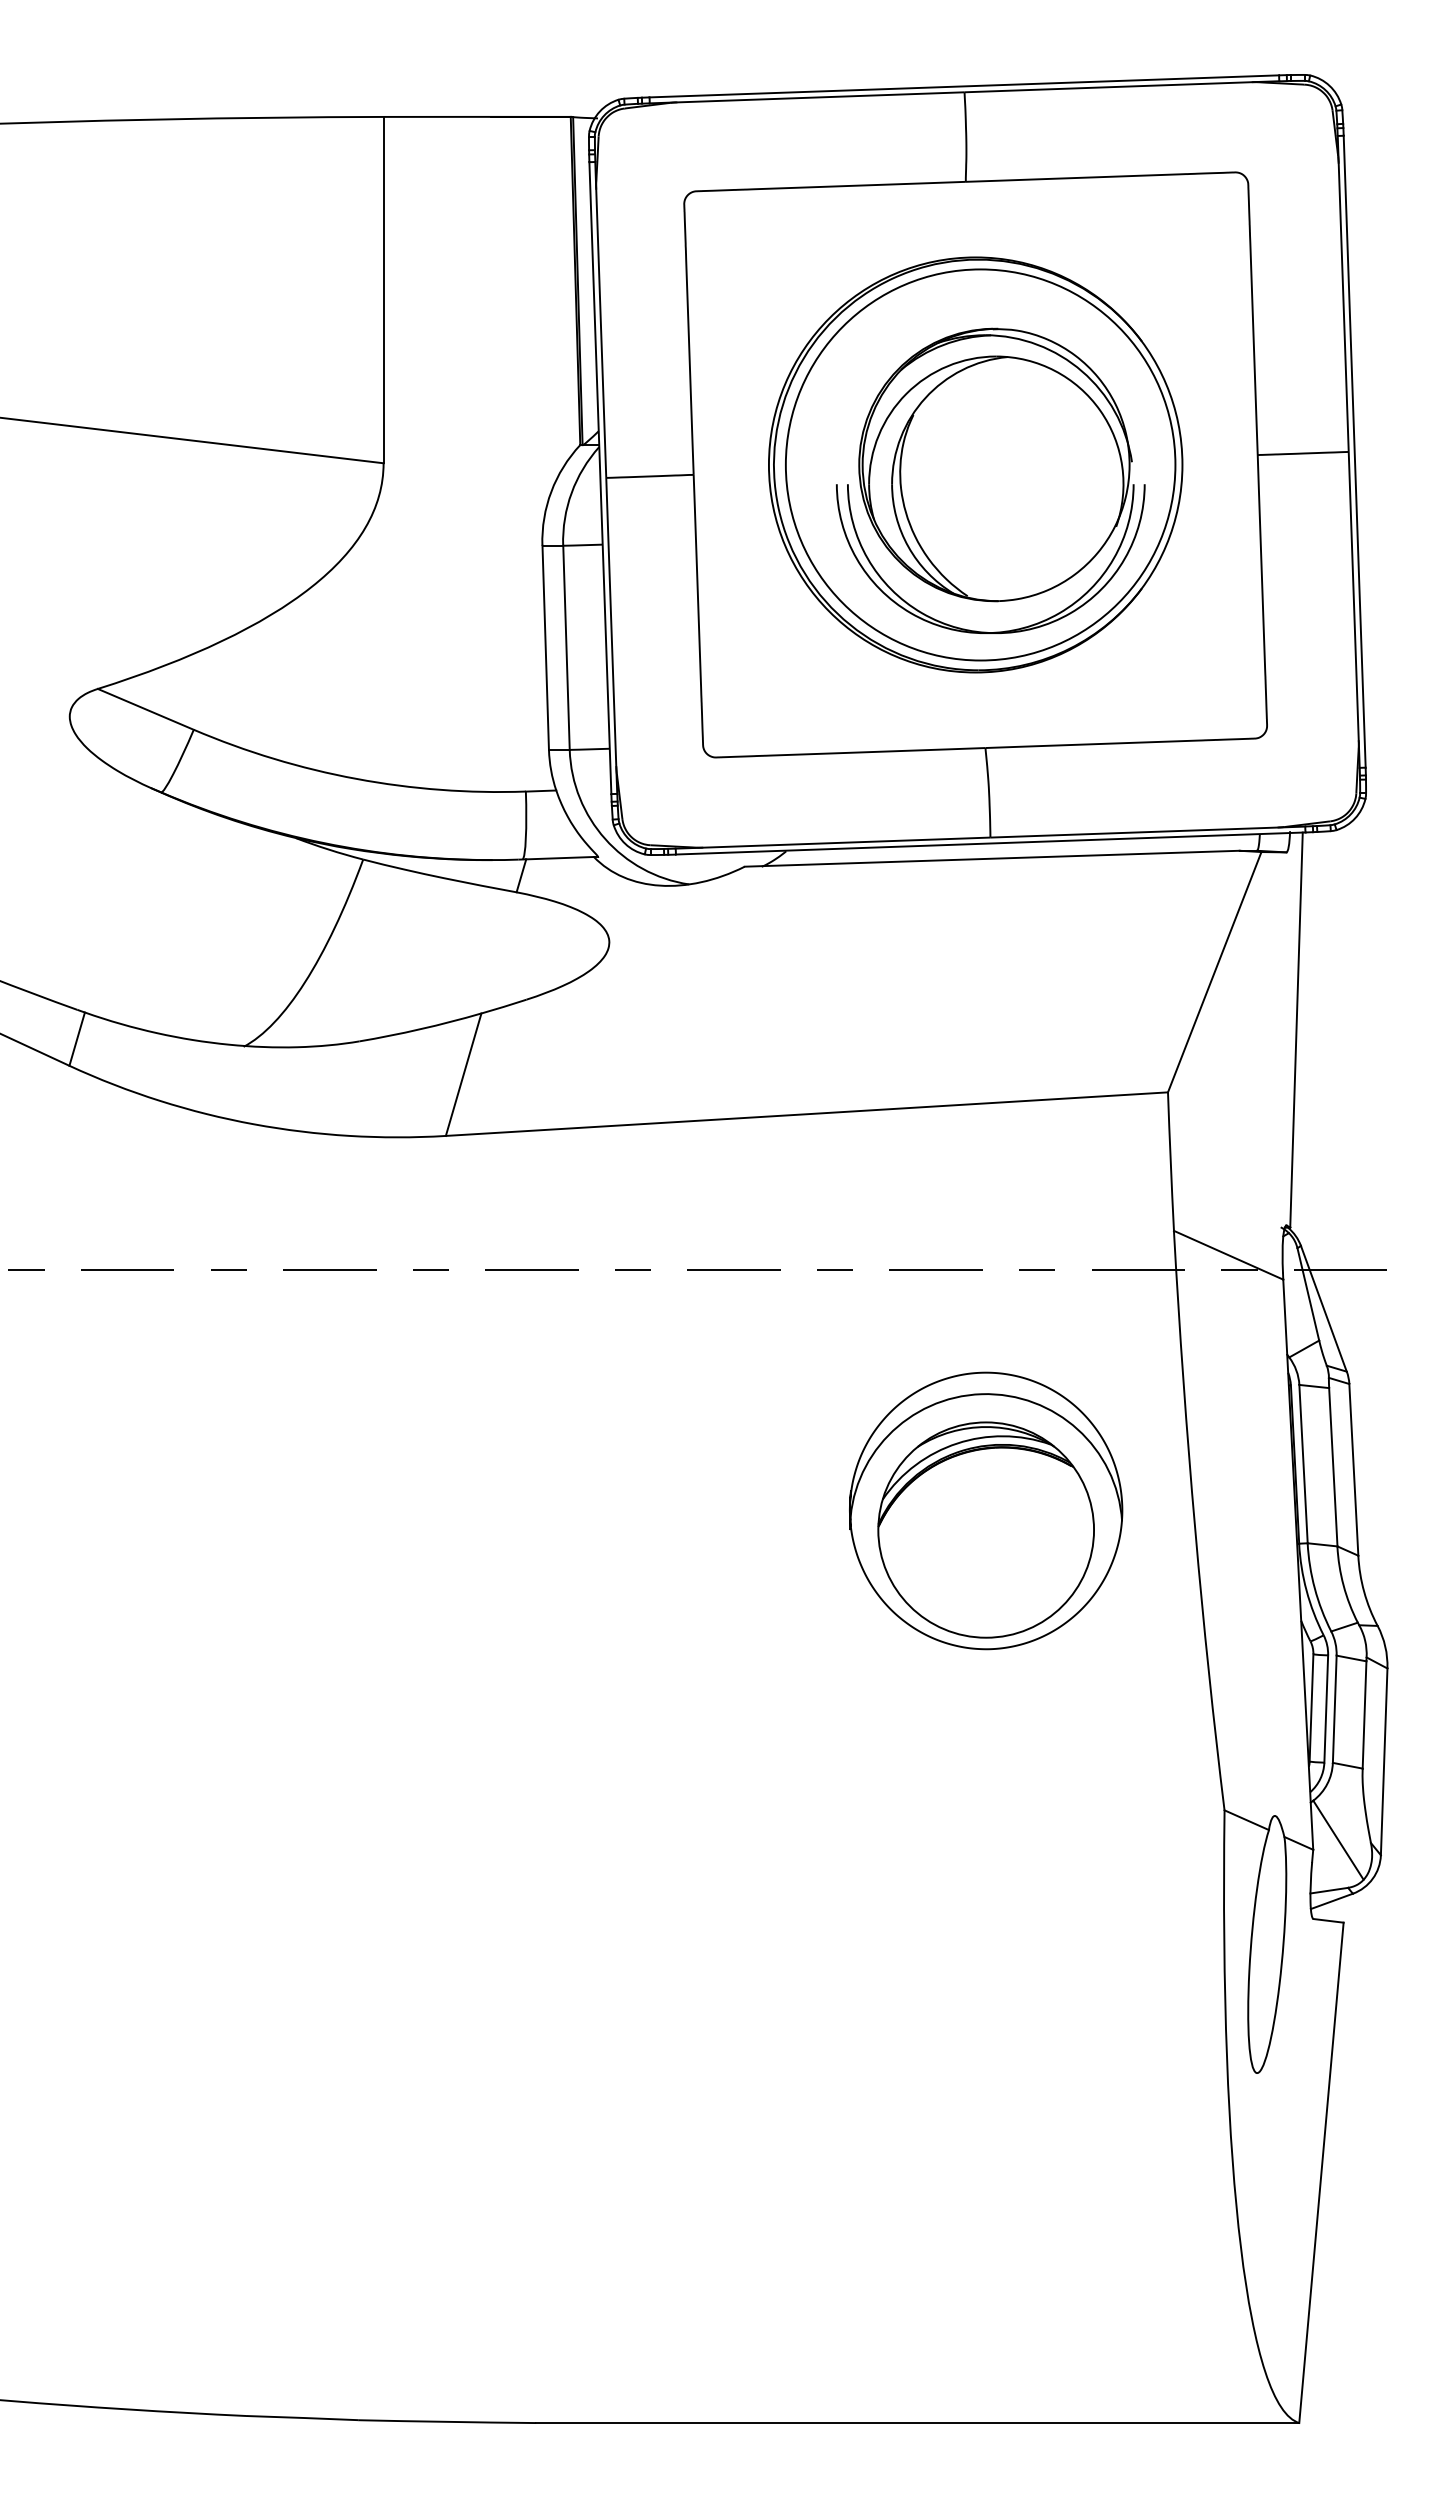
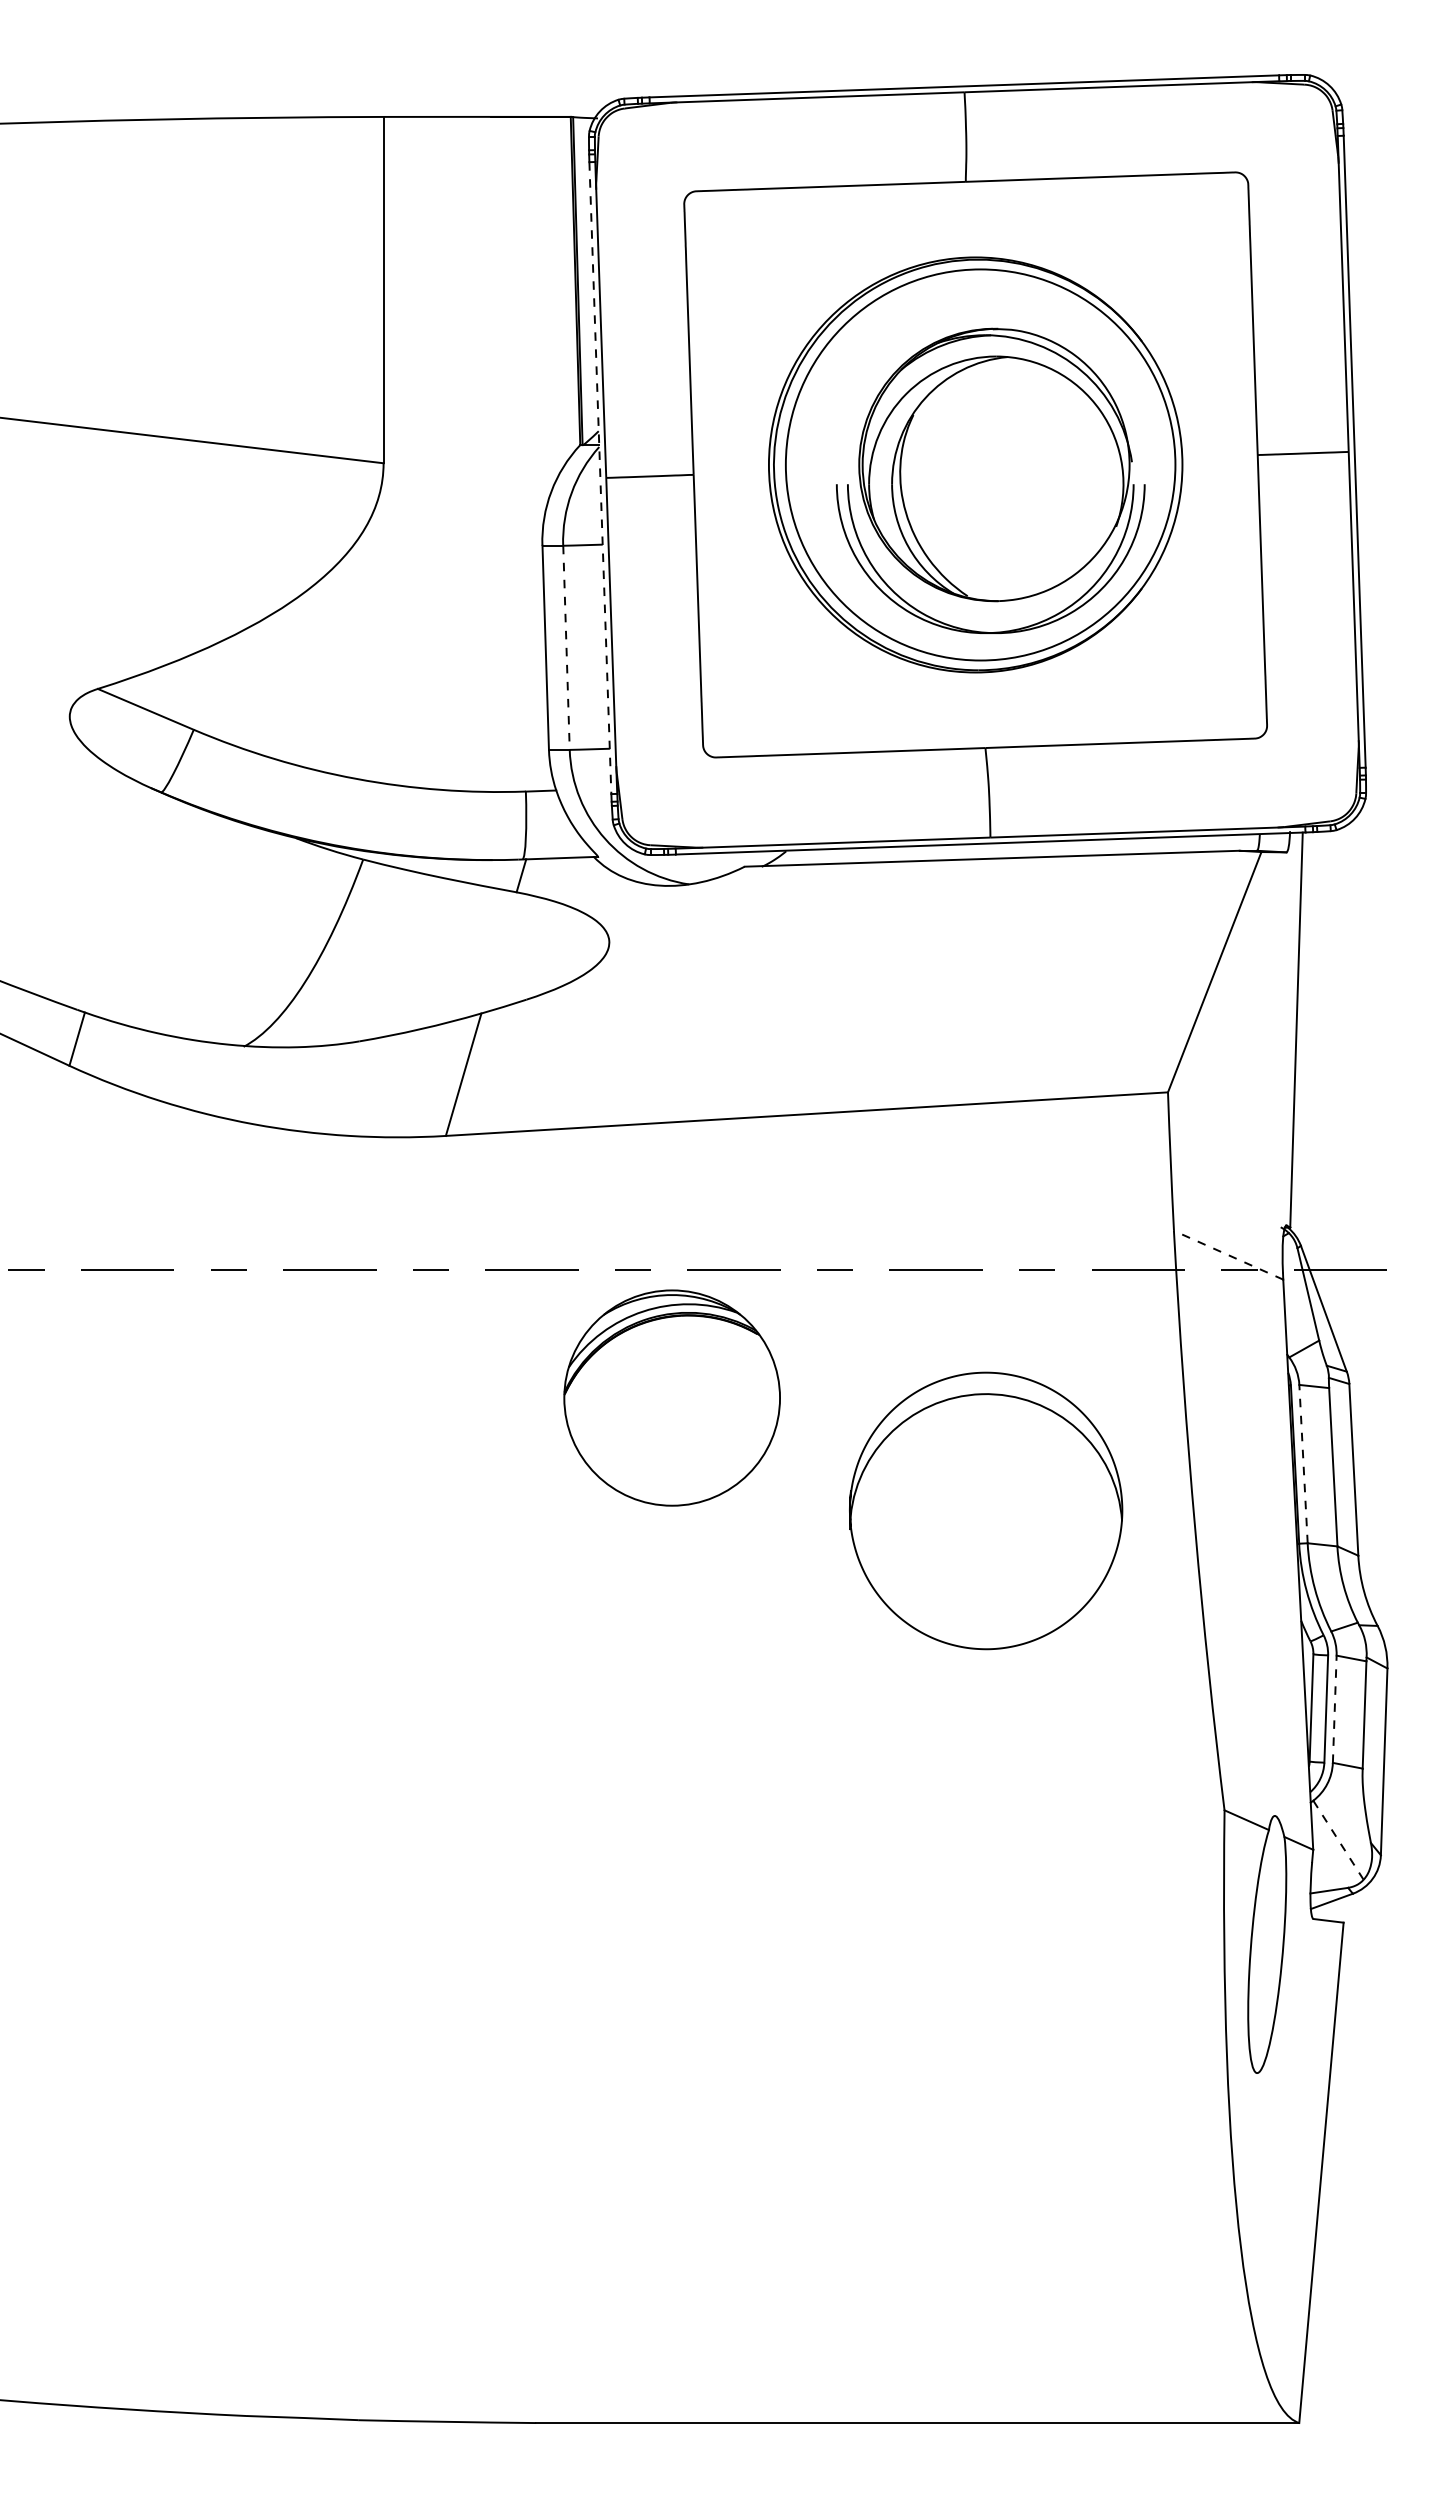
line at (600, 478): solid -> dashed
line at (566, 648): solid -> dashed
line at (1228, 1255): solid -> dashed
line at (1303, 1463): solid -> dashed
part at (985, 1529) position: (985, 1529) -> (671, 1397)
line at (1334, 1709): solid -> dashed
line at (1338, 1840): solid -> dashed
